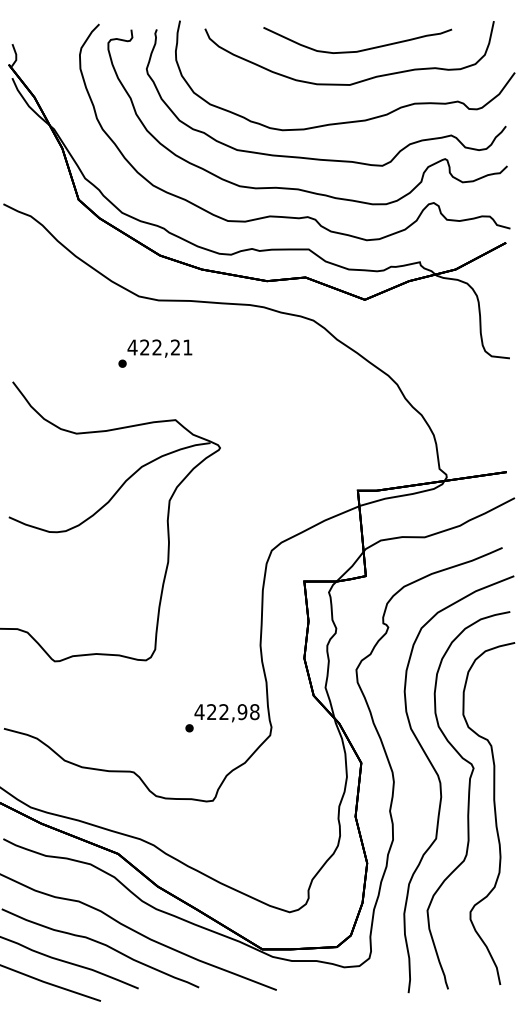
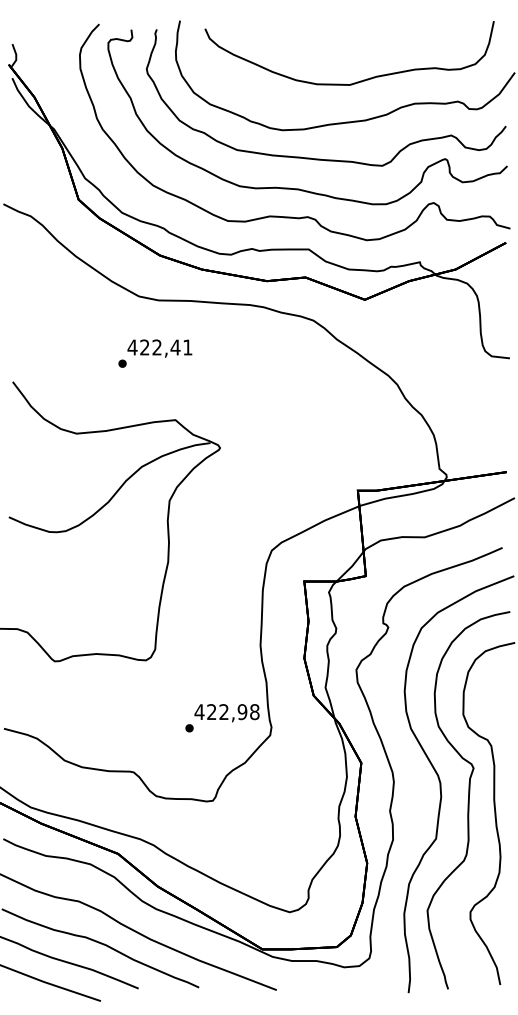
part at (361, 49): present -> none
text at (175, 347): 422,21 -> 422,41
